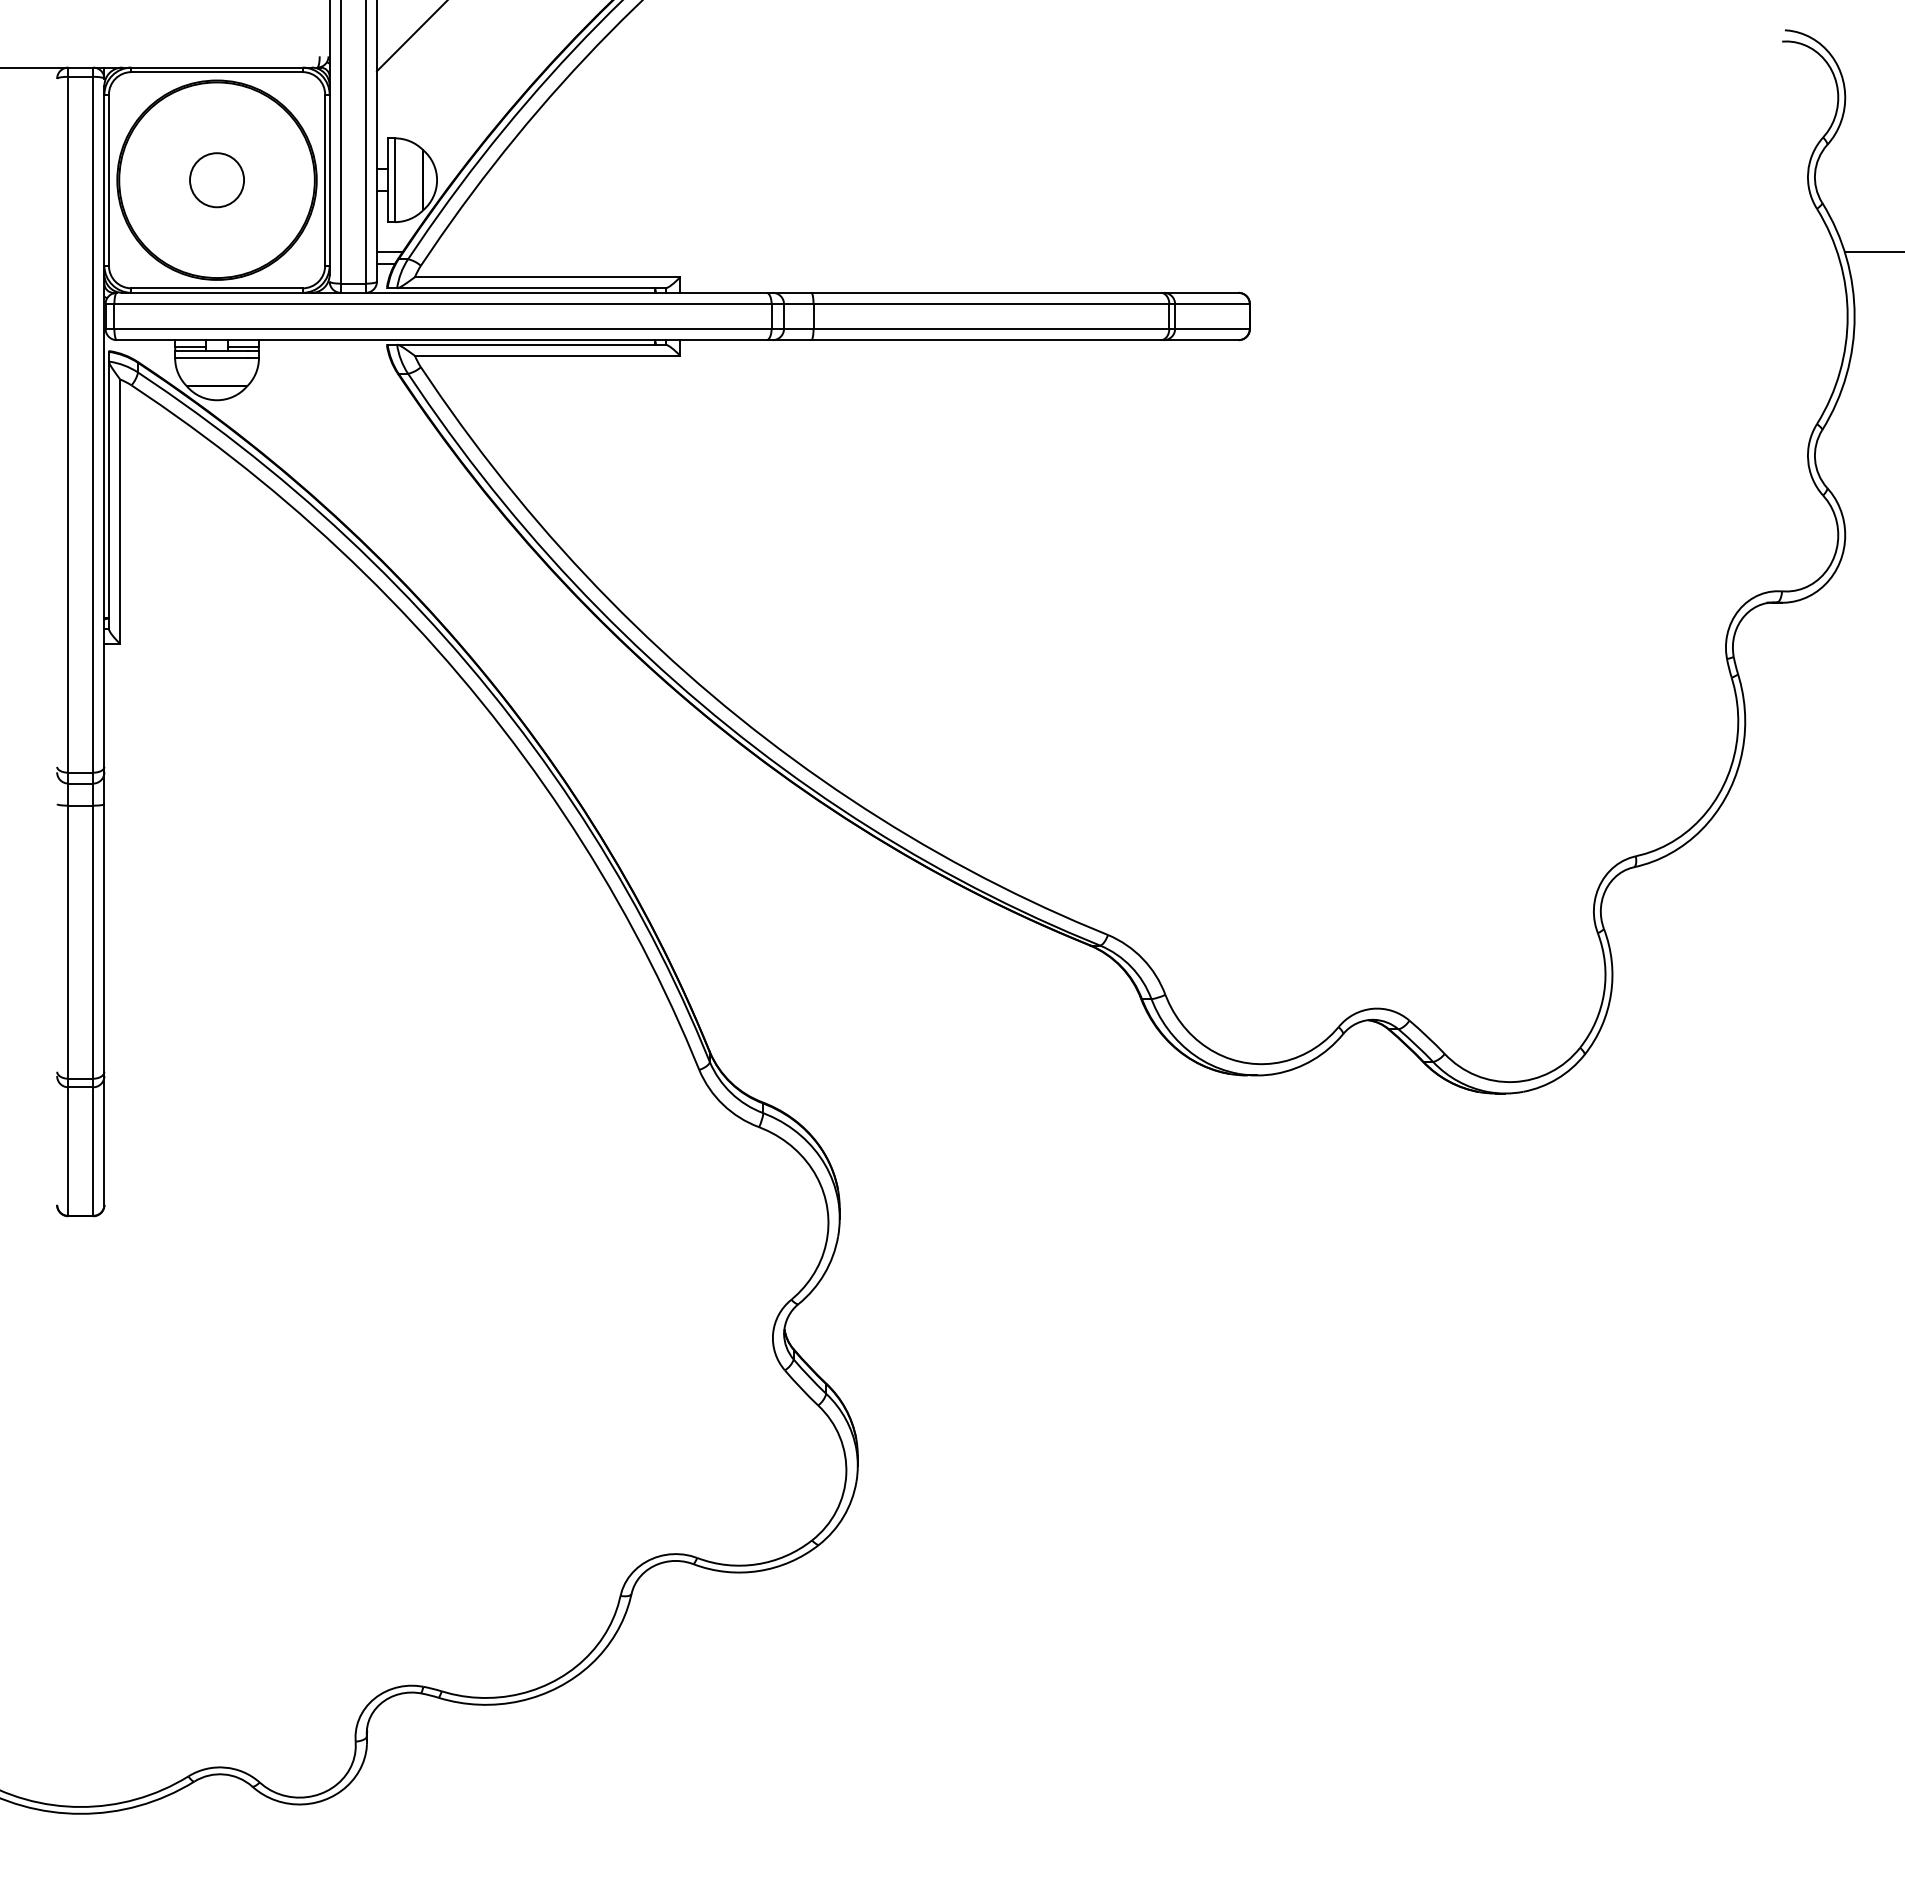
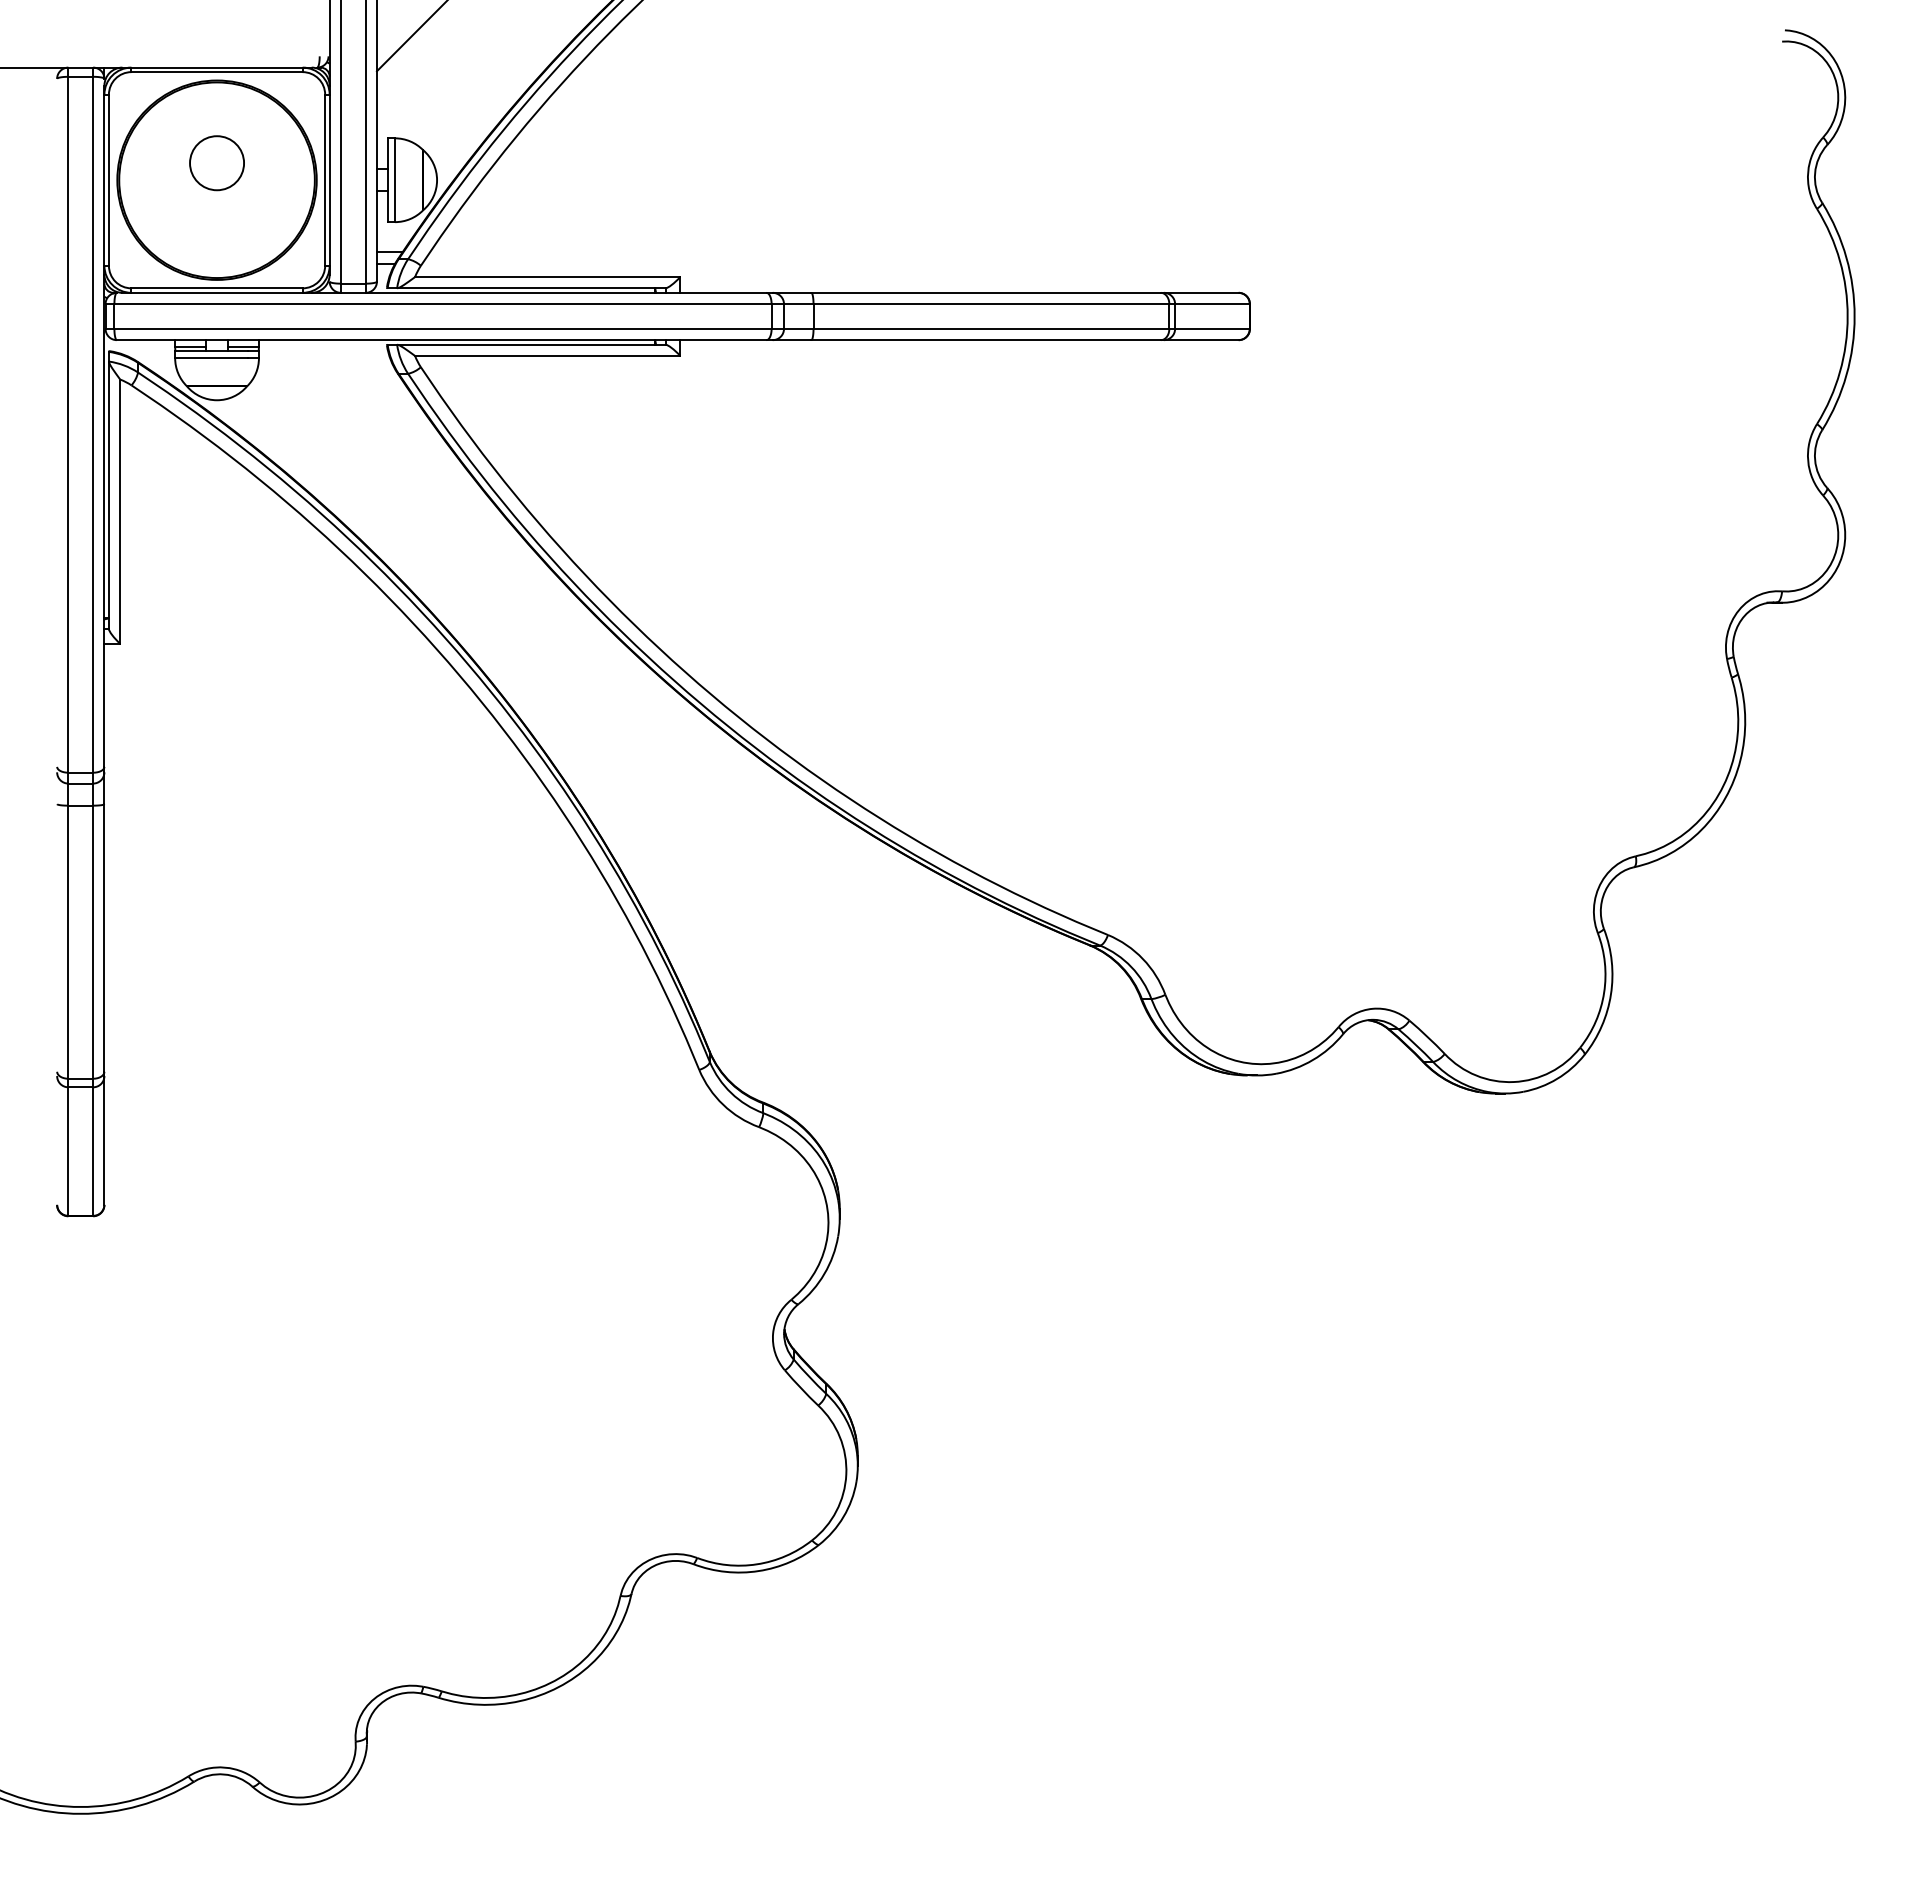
circle at (216, 180) position: (216, 180) -> (216, 163)
line at (1872, 252): present -> none
